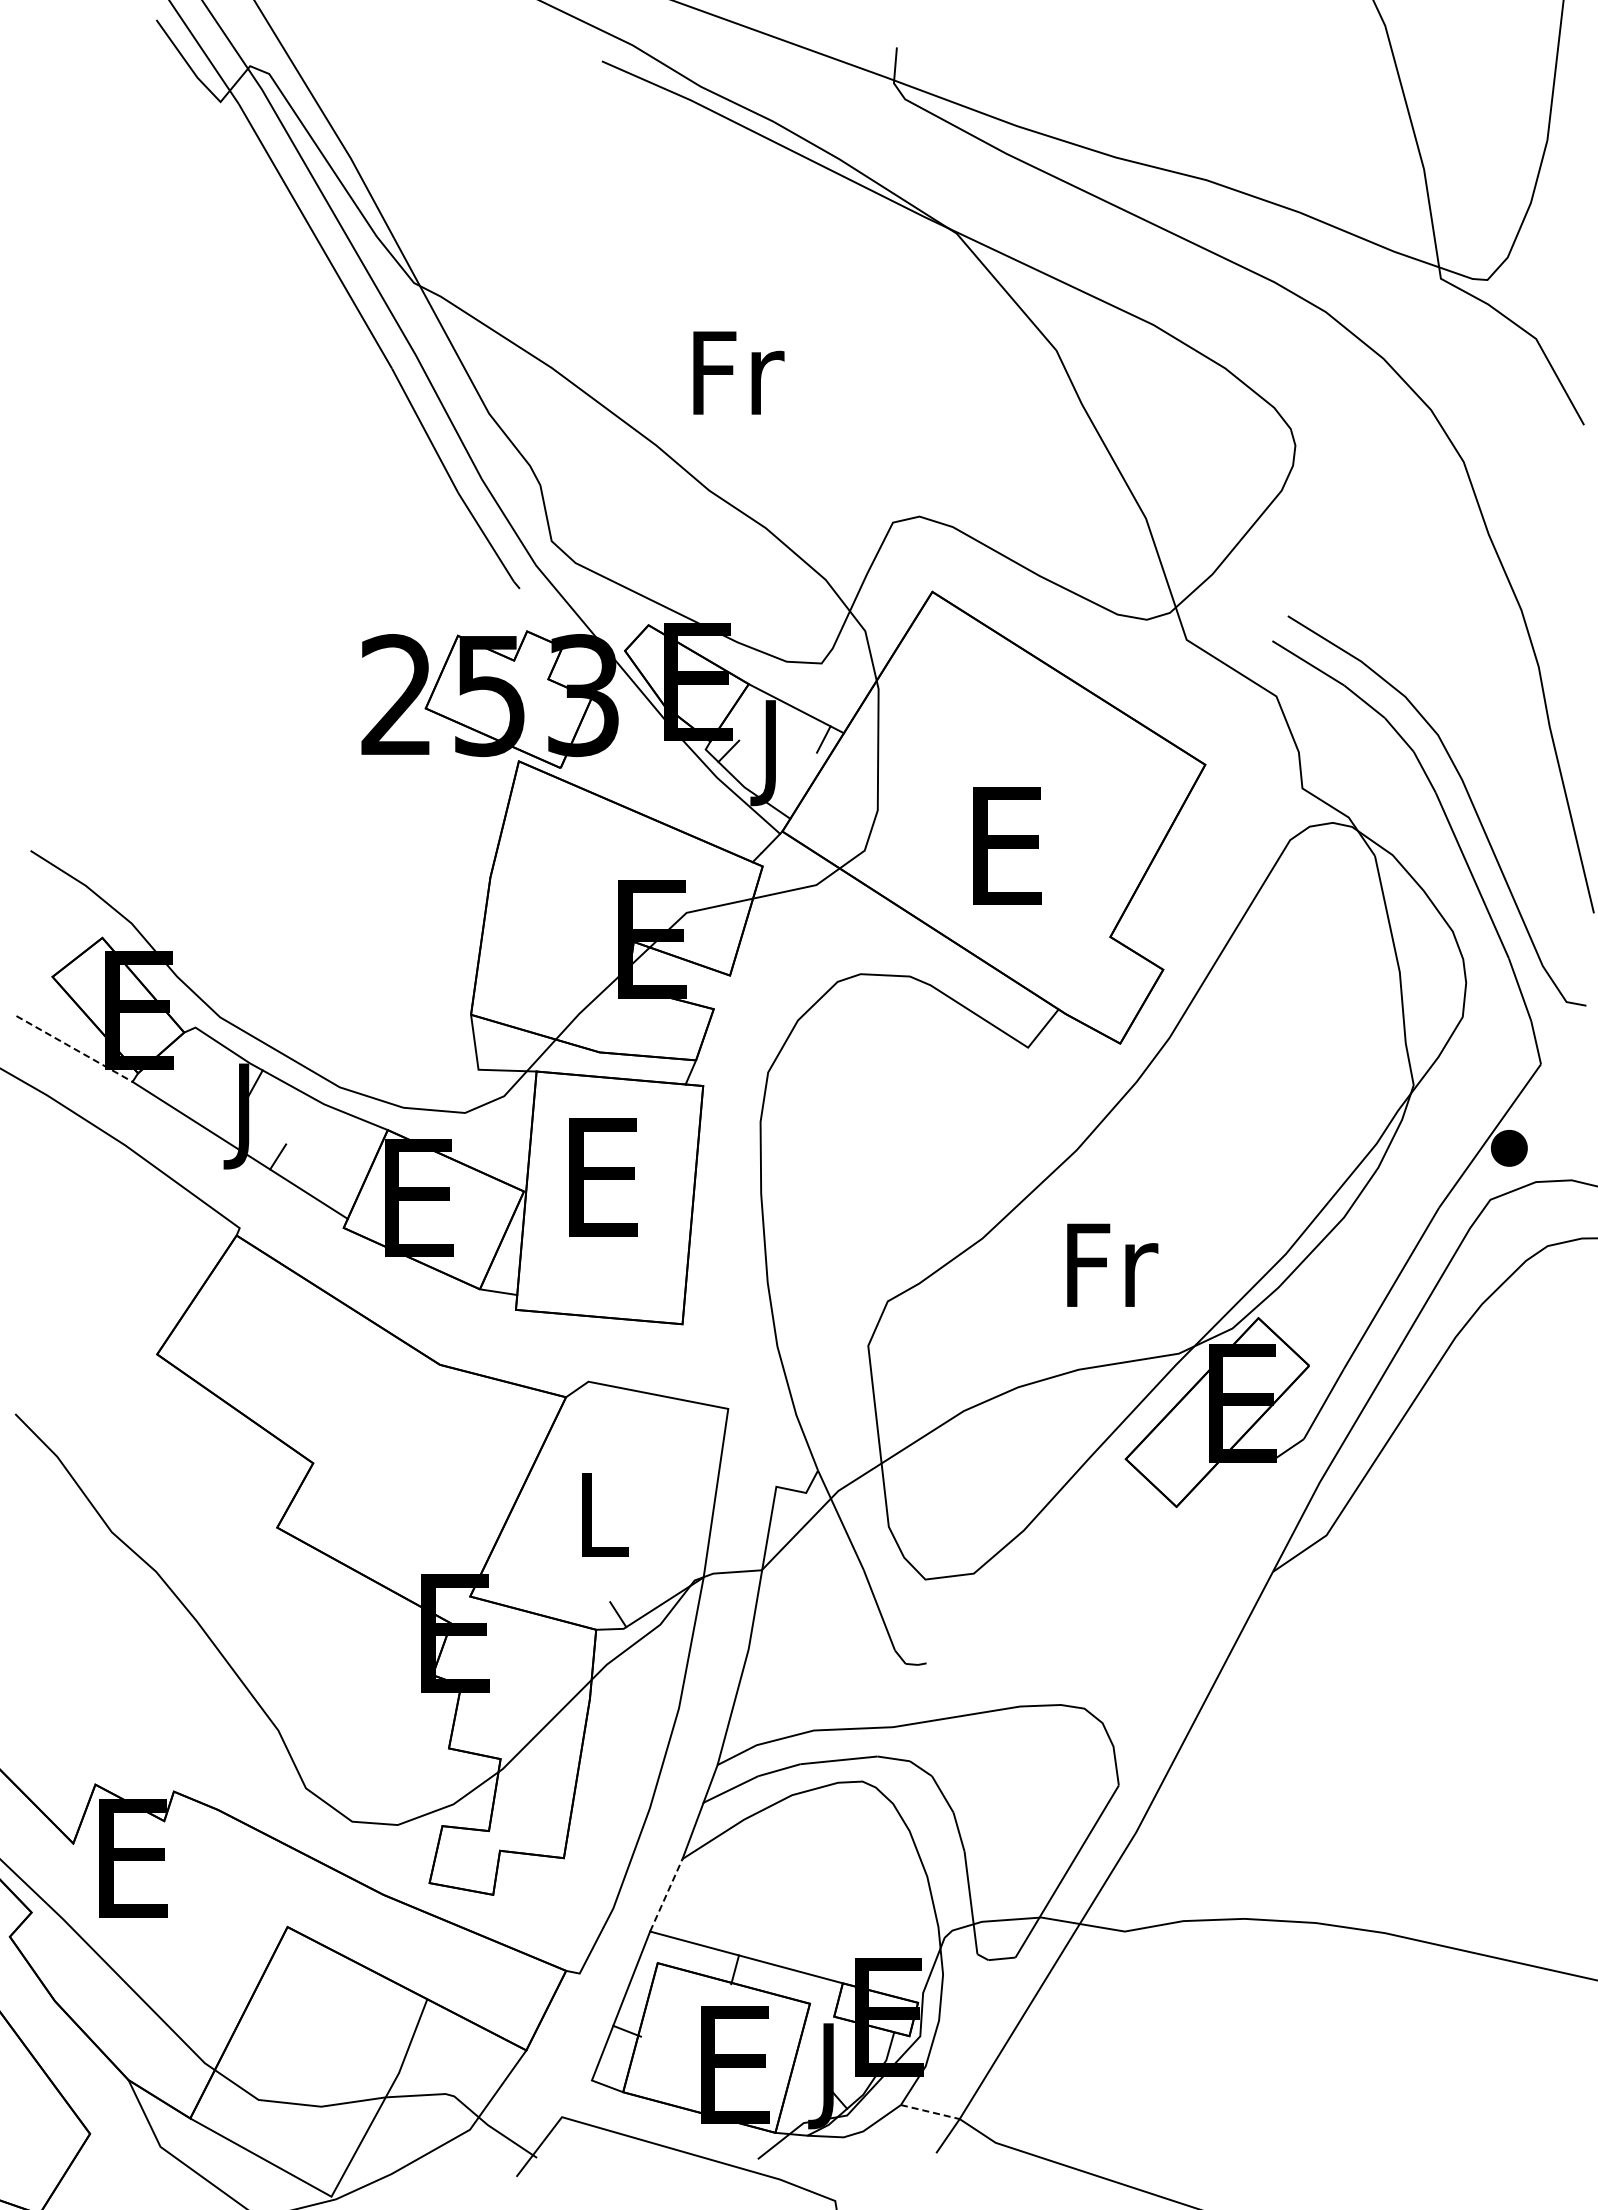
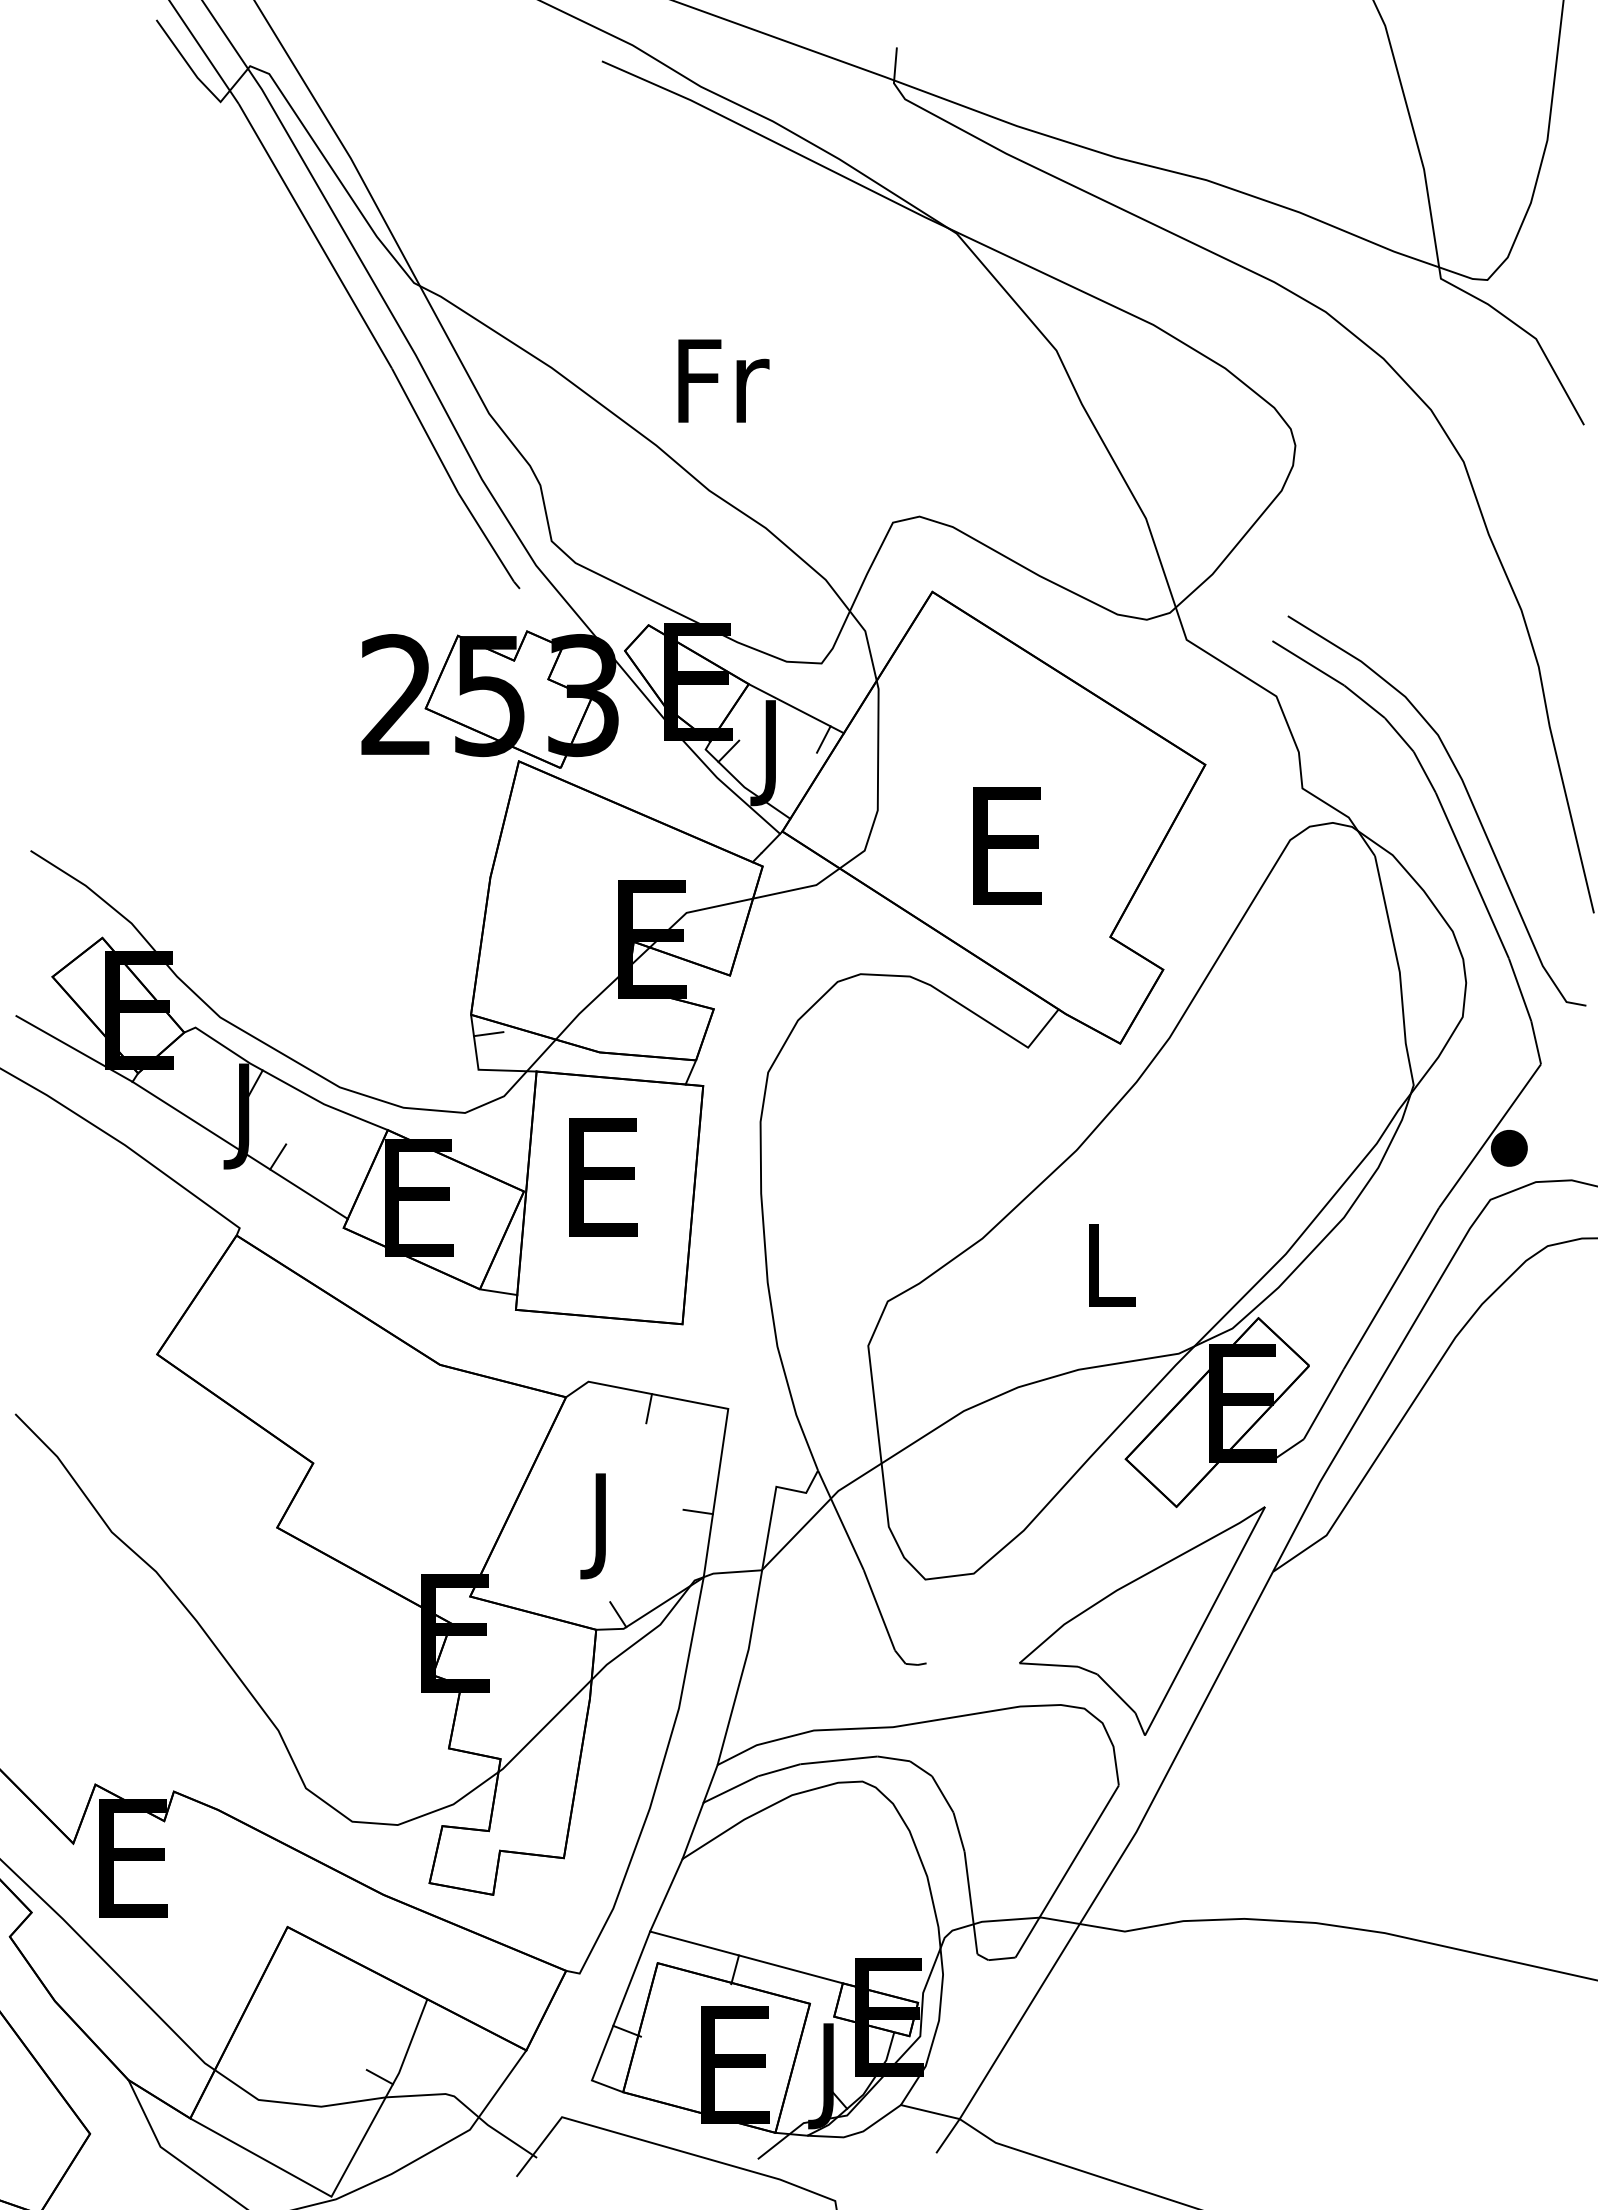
text at (738, 372) position: (738, 372) -> (723, 380)
line at (488, 1034): none -> present
line at (74, 1048): dashed -> solid
text at (1112, 1264): Fr -> L
line at (648, 1408): none -> present
line at (697, 1511): none -> present
text at (604, 1526): L -> J
part at (1142, 1620): none -> present
line at (666, 1895): dashed -> solid
line at (379, 2077): none -> present
line at (930, 2112): dashed -> solid
